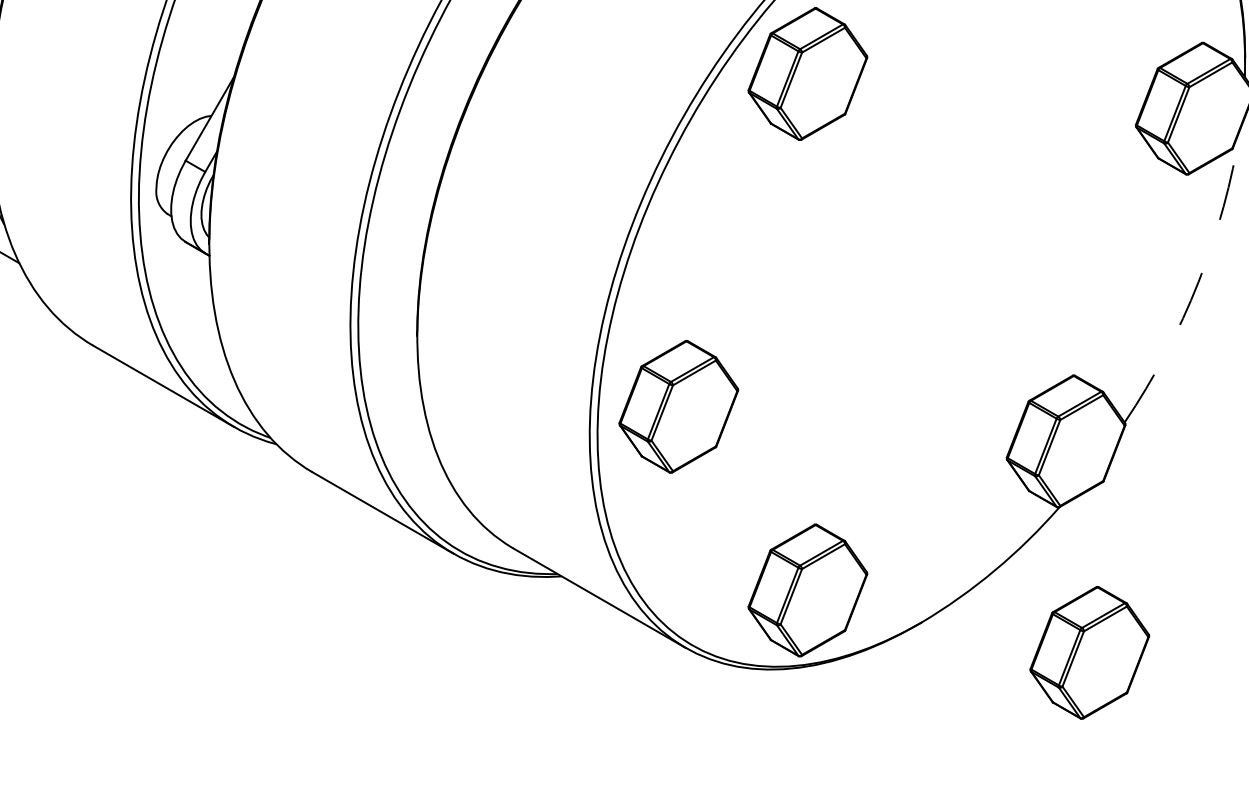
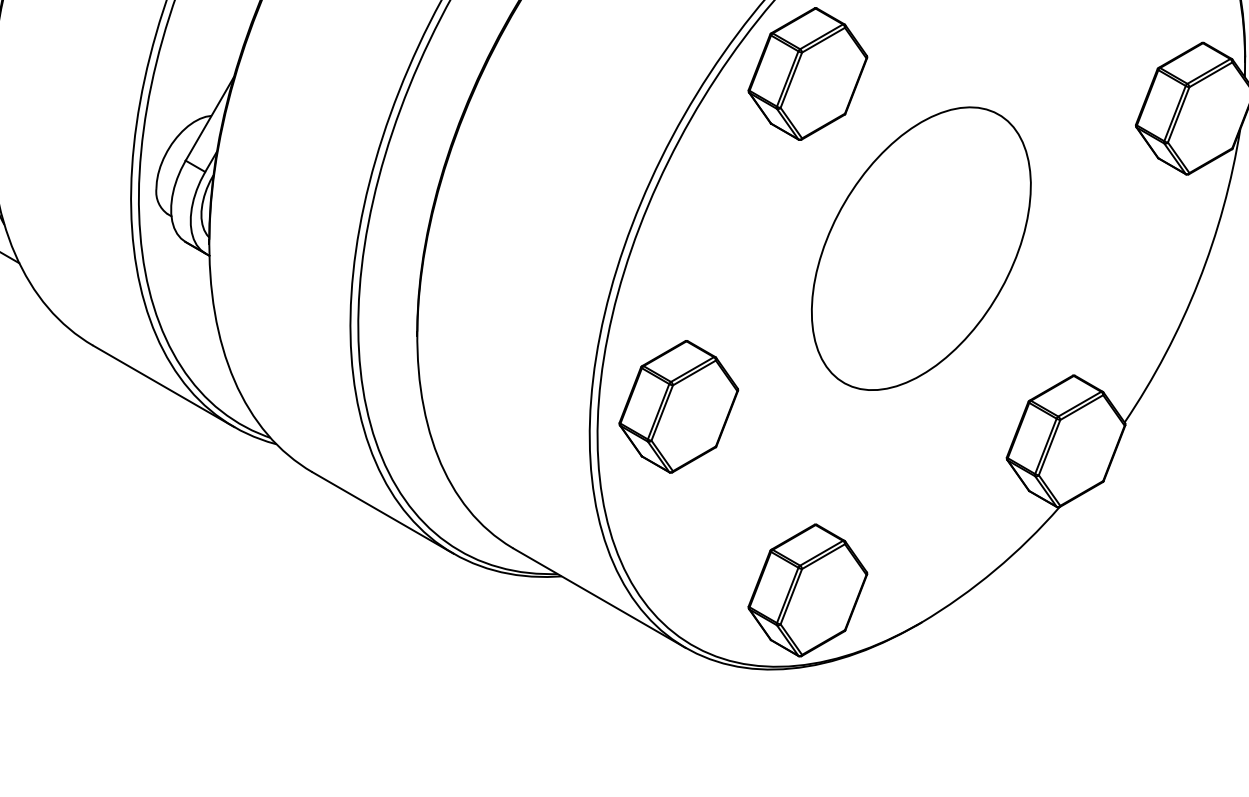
part at (921, 248): none -> present
arc at (1198, 282): dashed -> solid
part at (1089, 652): present -> none
